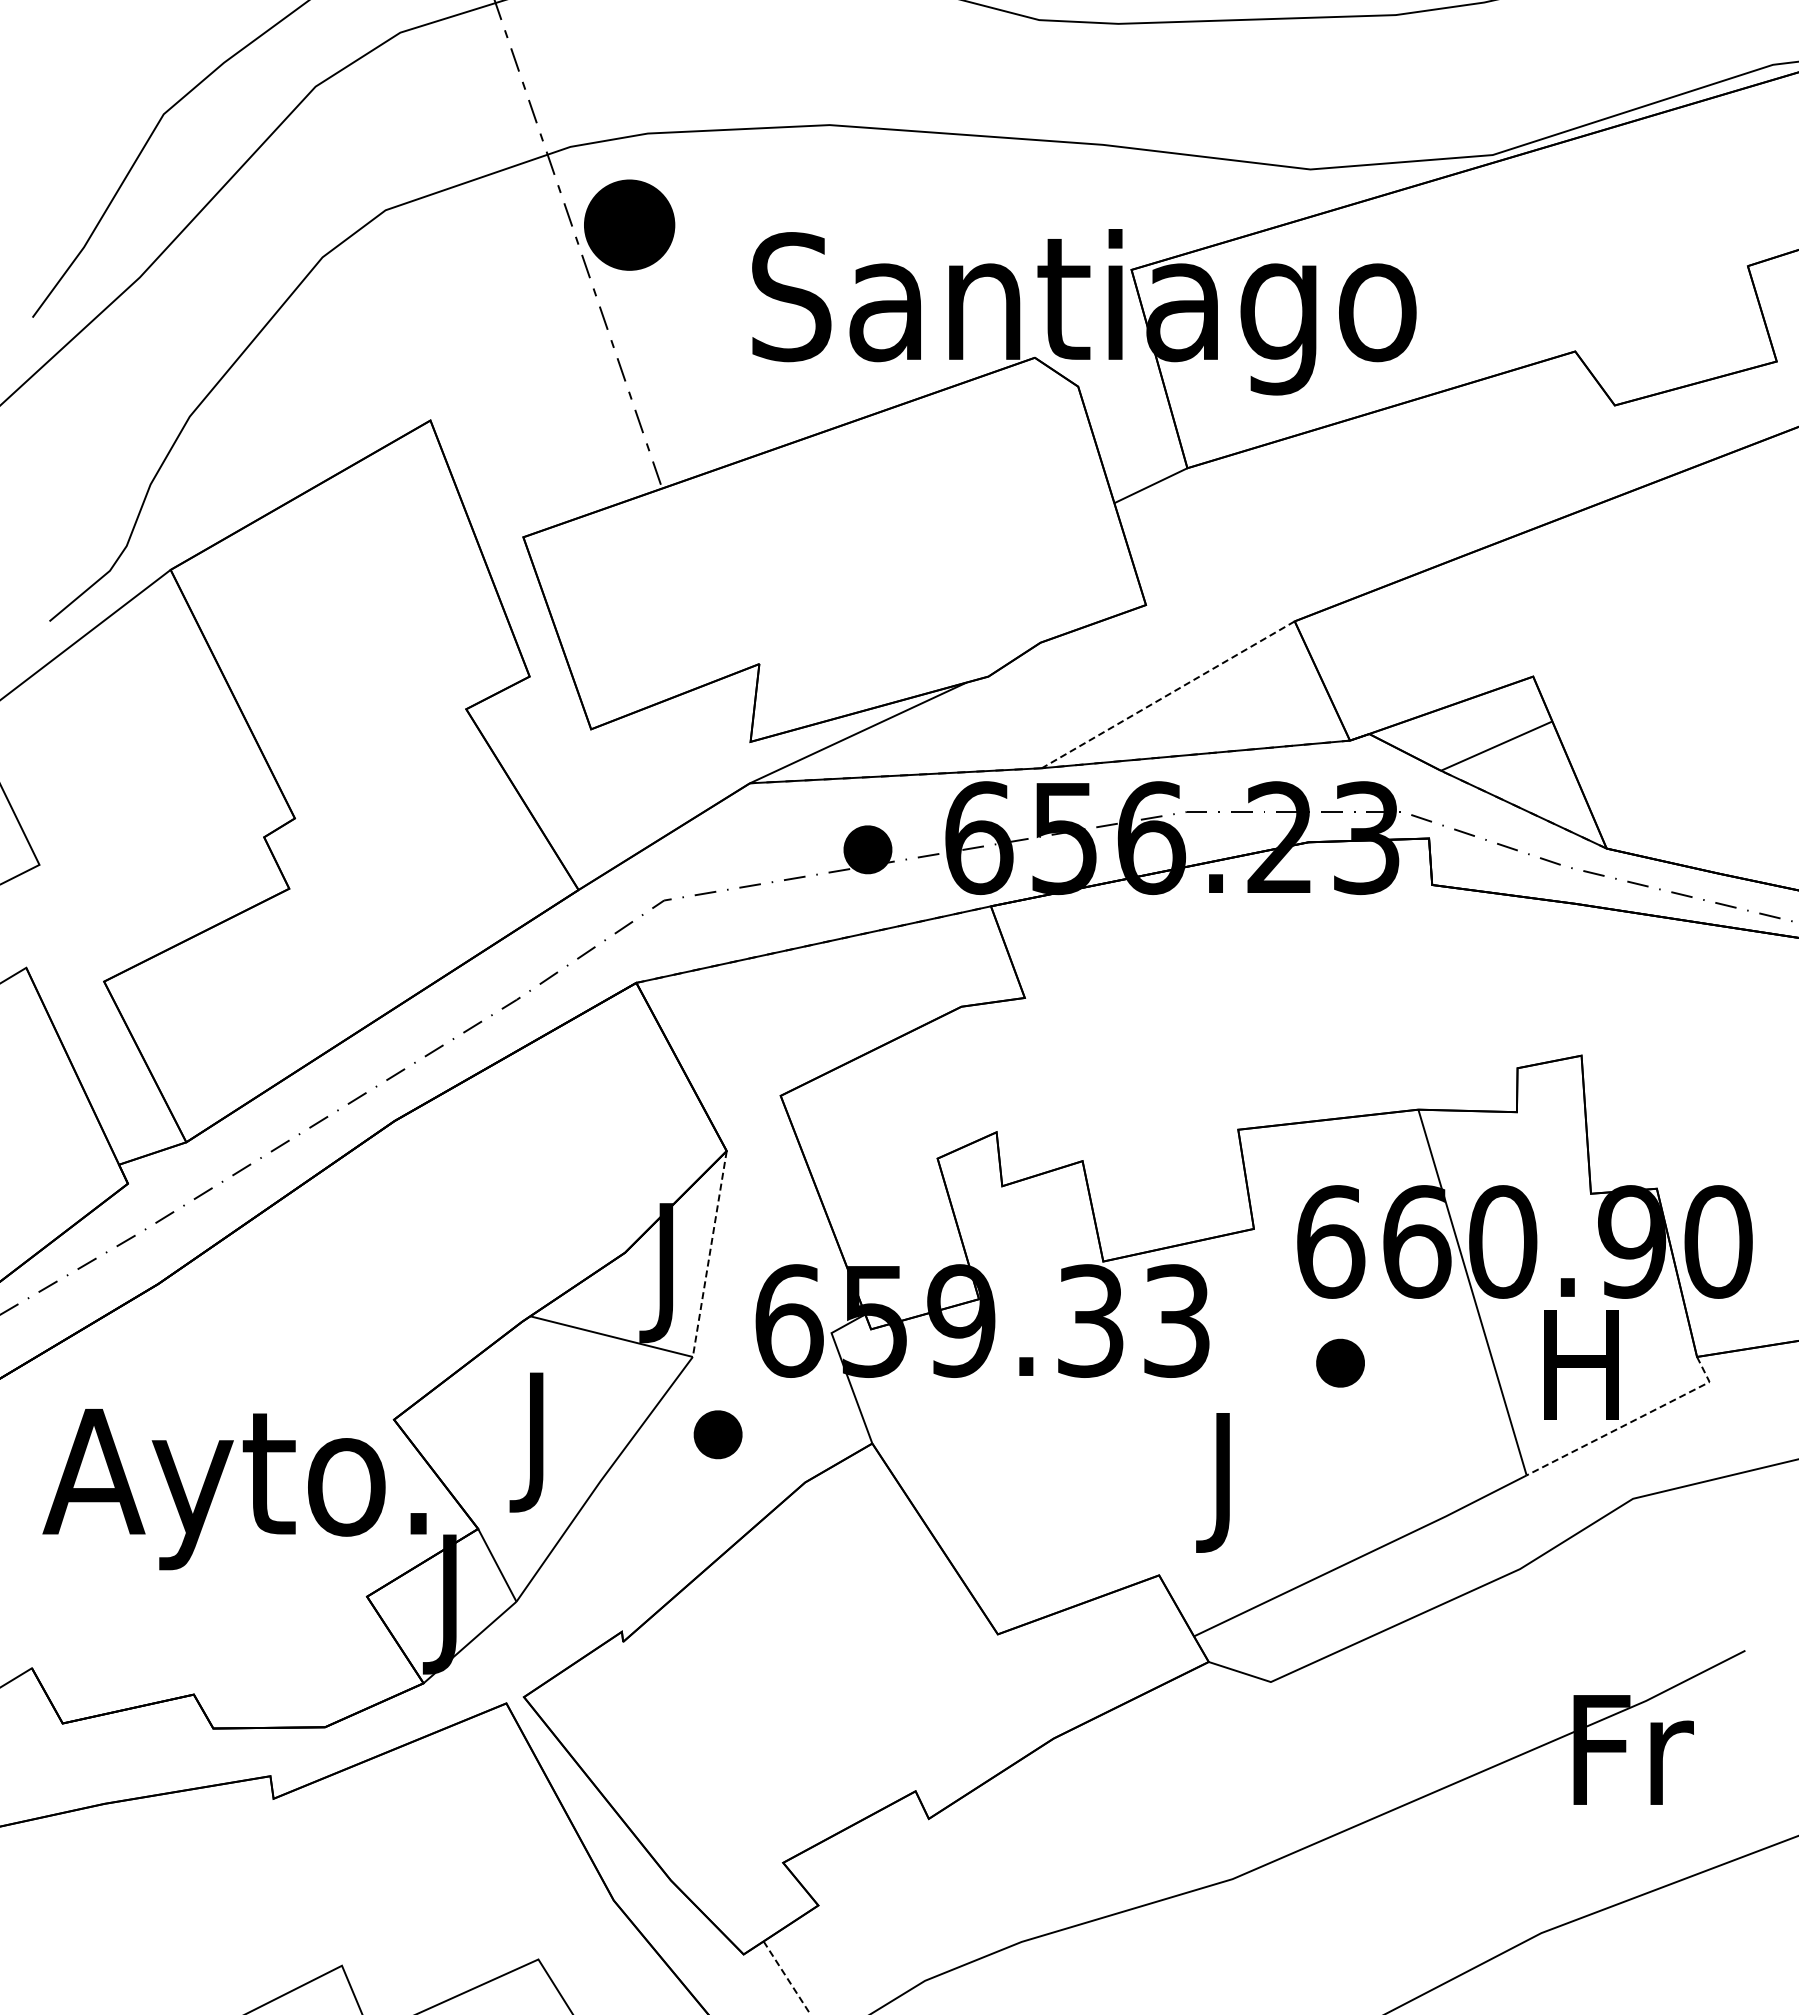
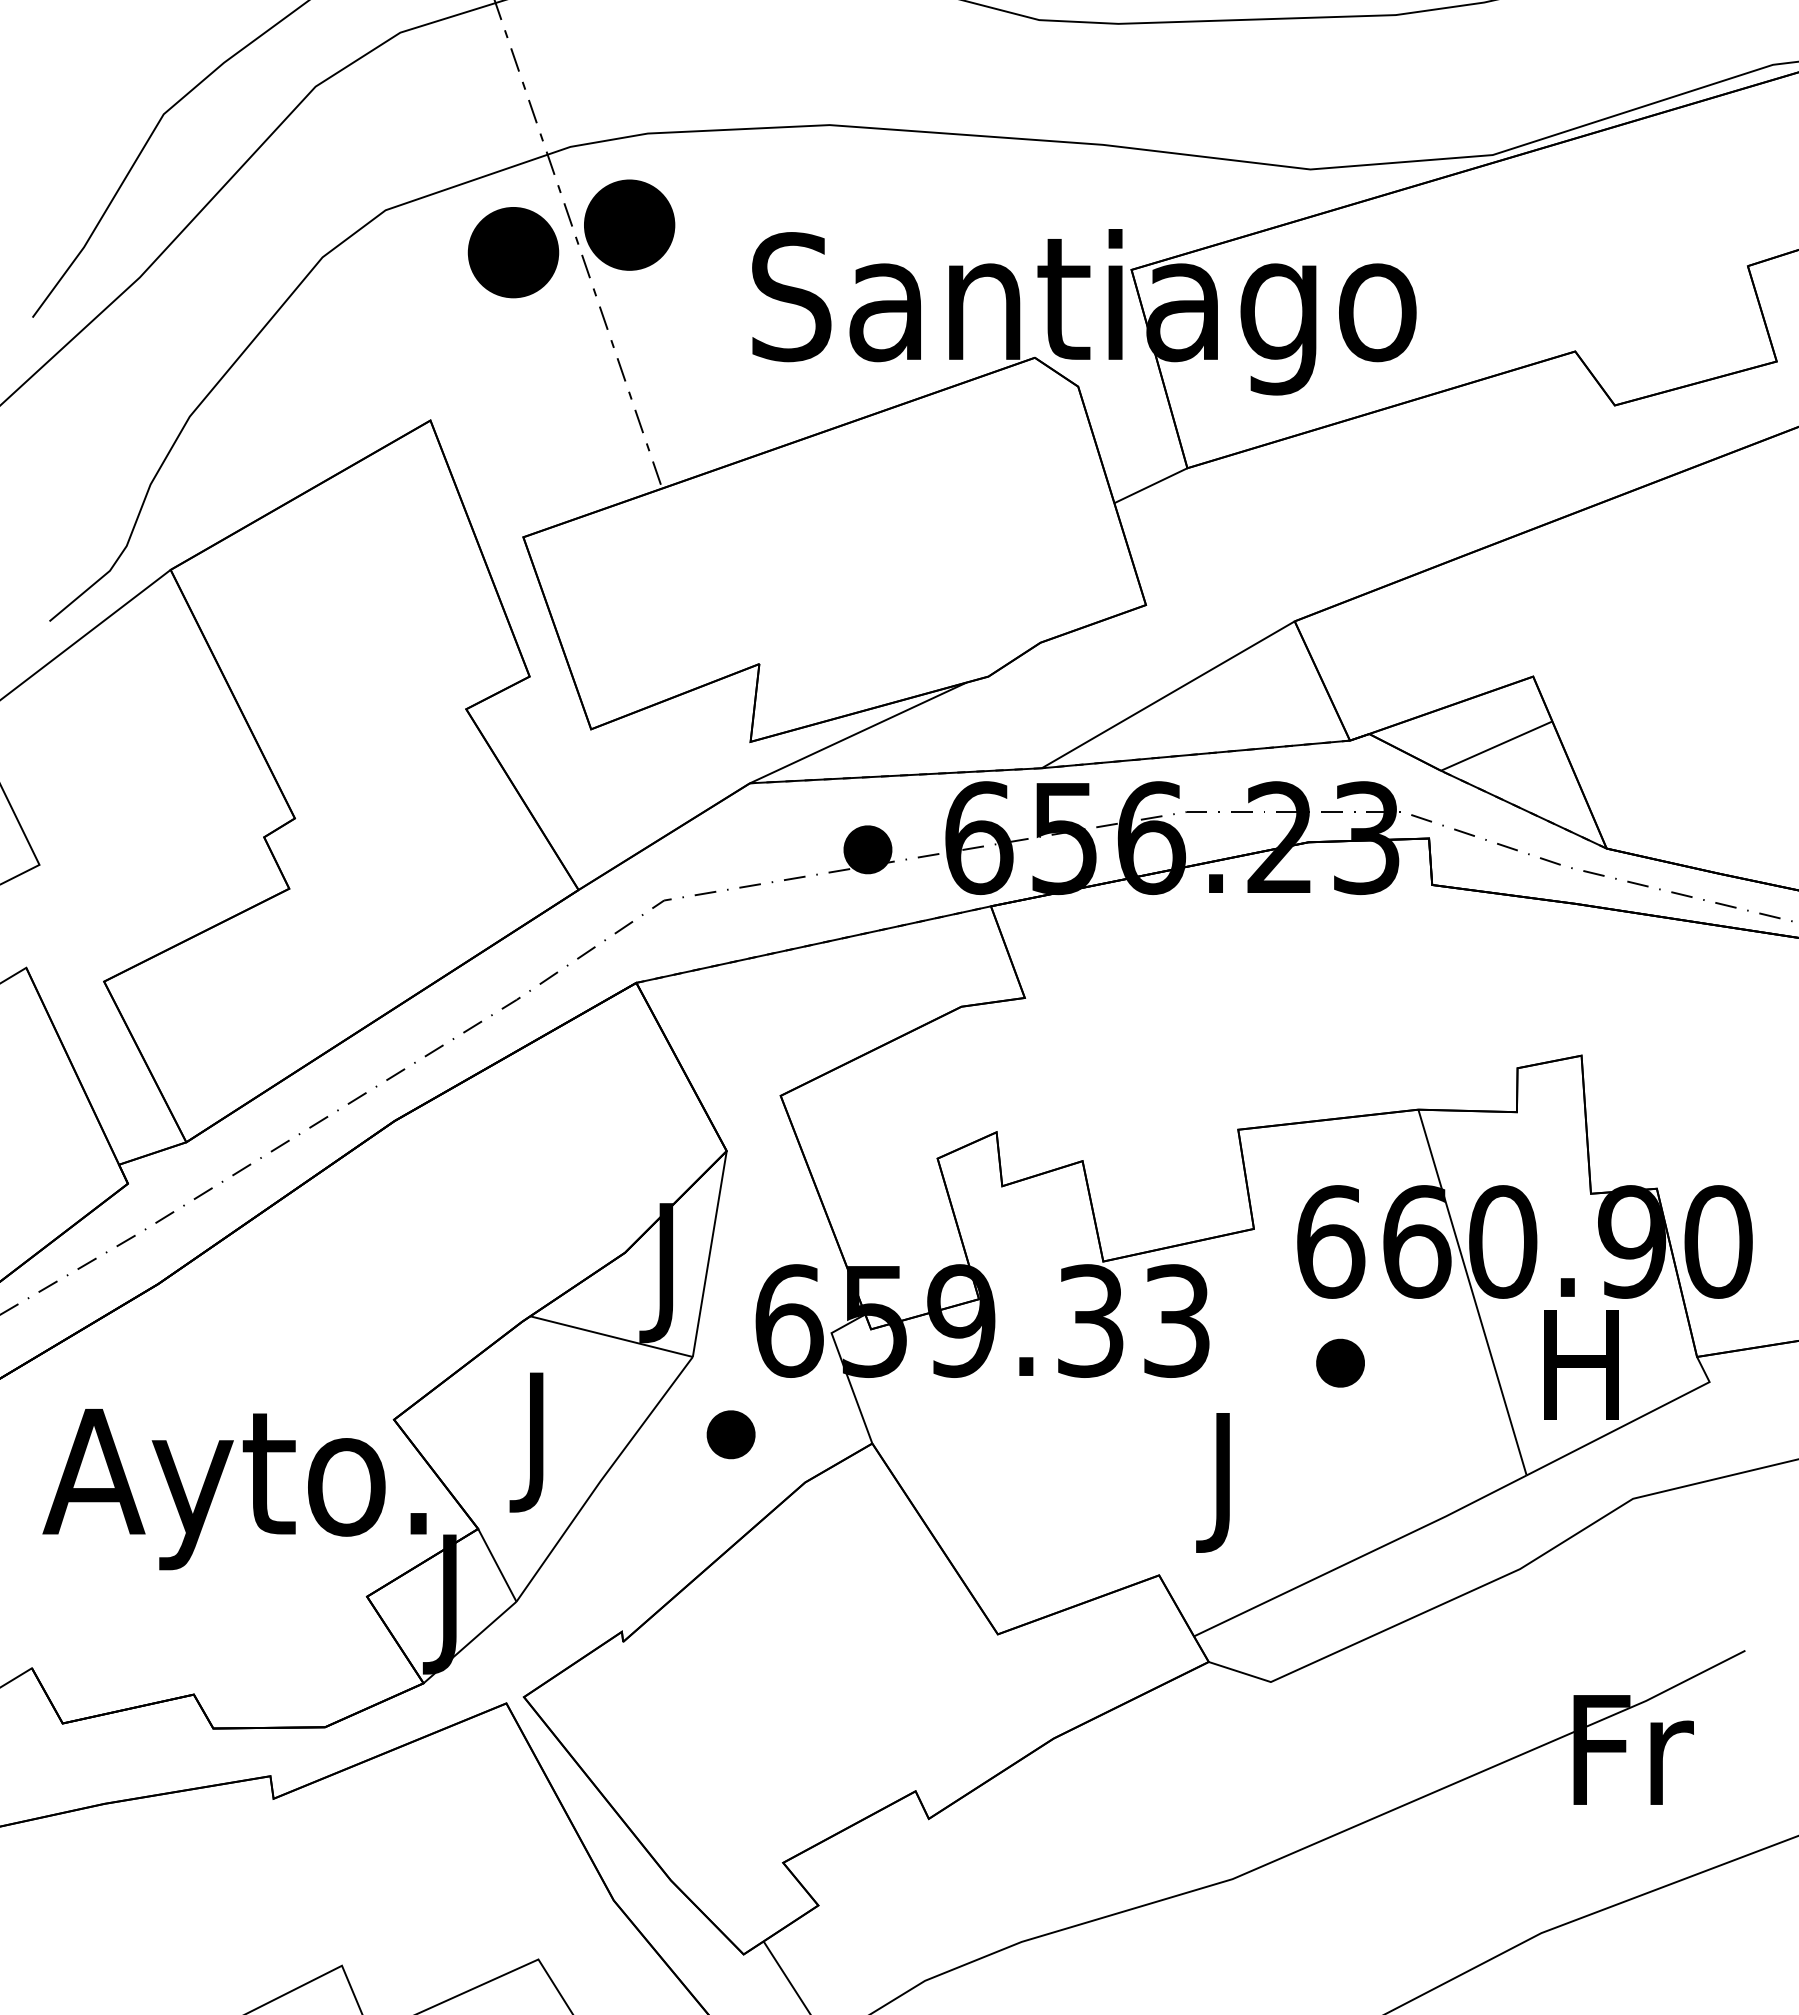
part at (513, 252): none -> present
line at (1167, 695): dashed -> solid
line at (709, 1254): dashed -> solid
line at (1631, 1421): dashed -> solid
part at (717, 1434) position: (717, 1434) -> (730, 1434)
line at (787, 1978): dashed -> solid
